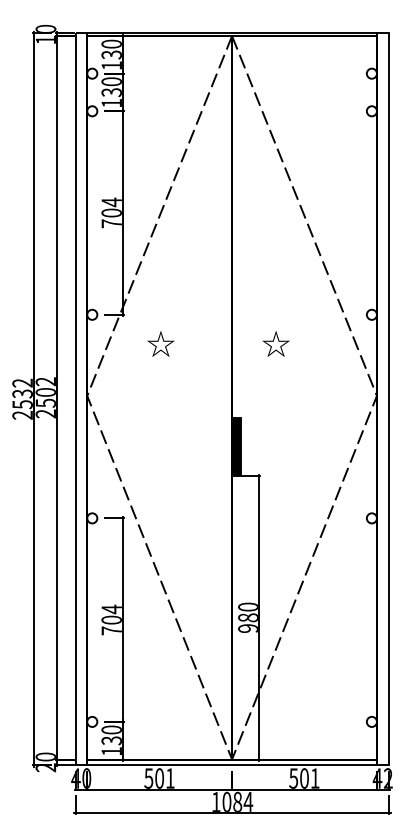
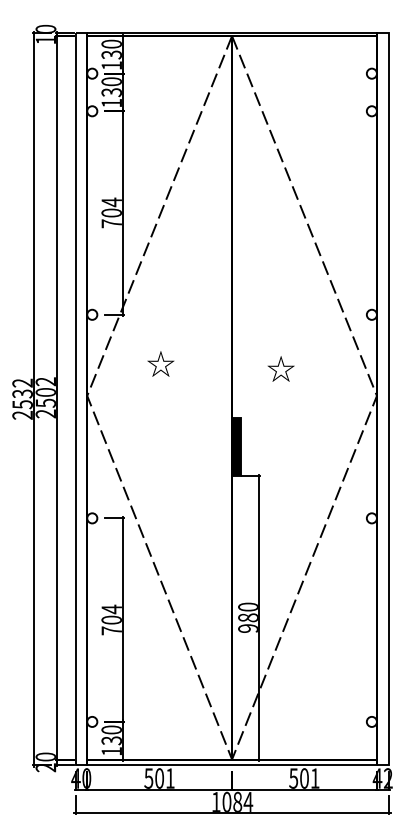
text at (160, 343) position: (160, 343) -> (160, 363)
text at (275, 343) position: (275, 343) -> (280, 368)
